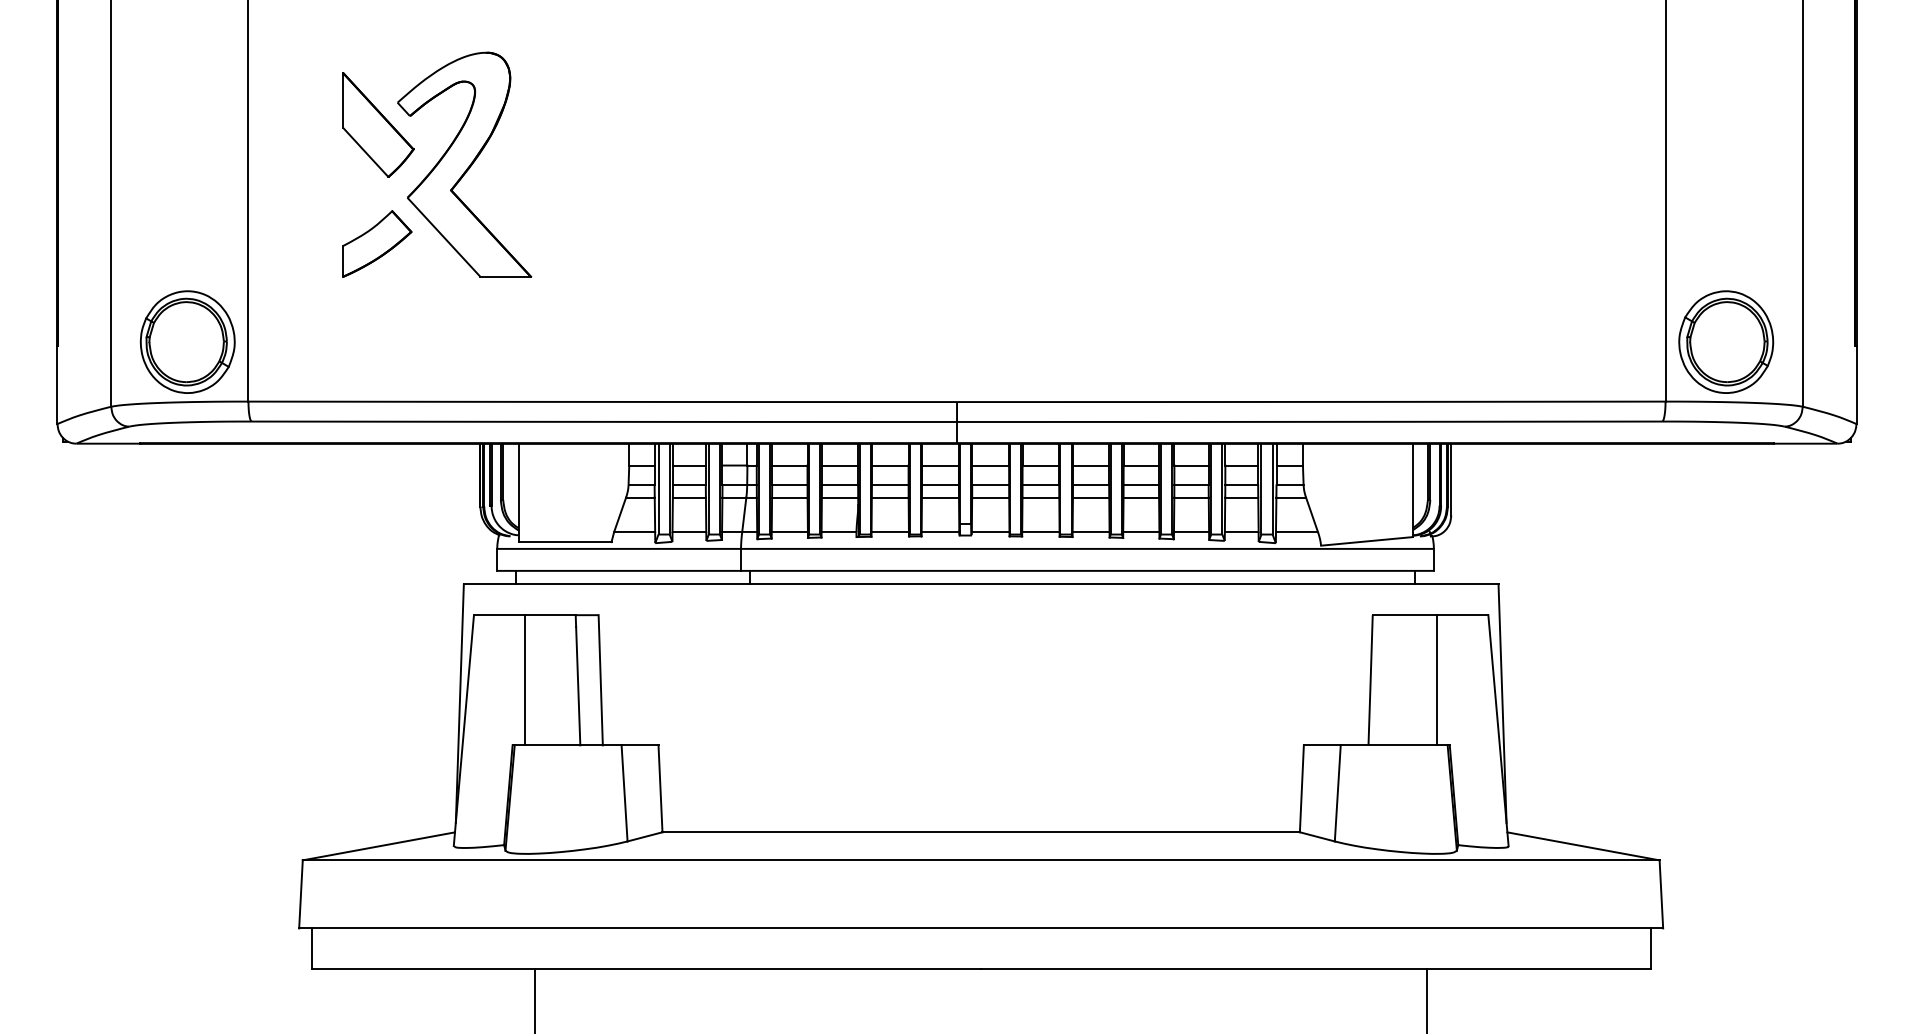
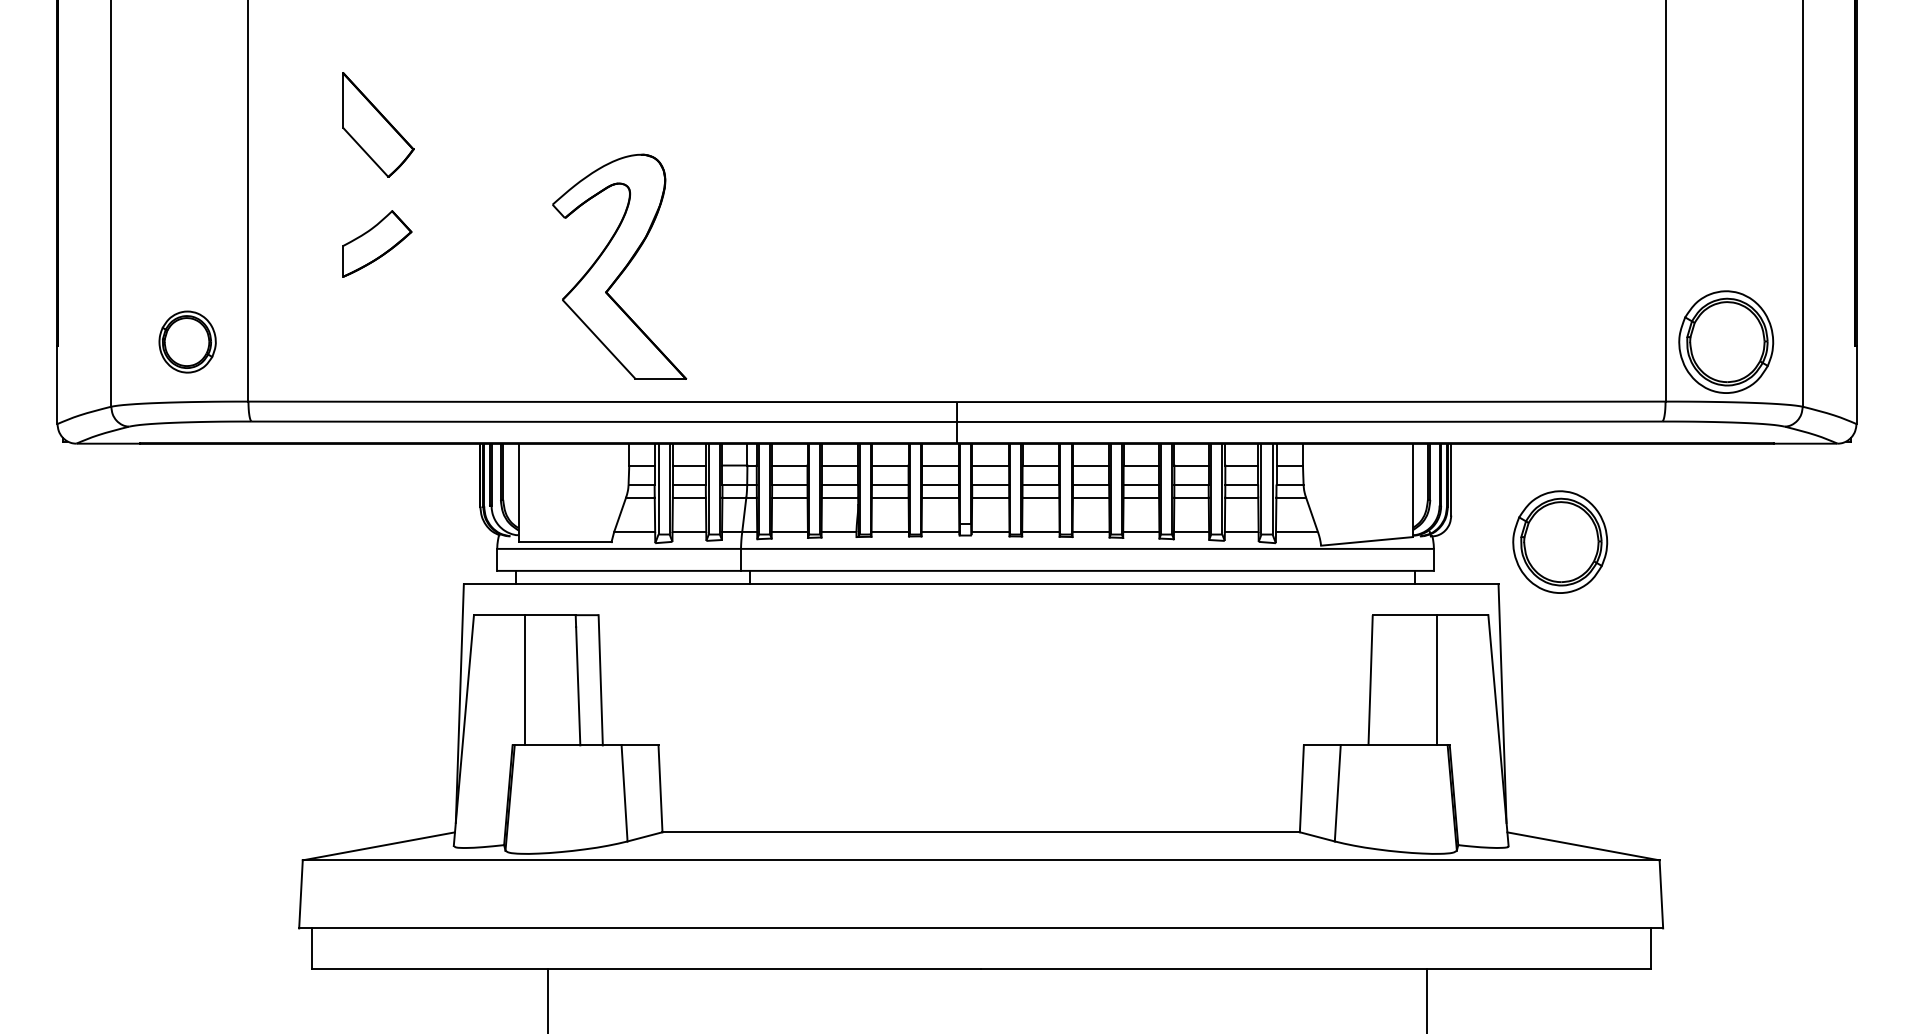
part at (464, 164) position: (464, 164) -> (619, 266)
part at (187, 341) size: 97x104 px -> 59x64 px
part at (1560, 541): none -> present
line at (535, 999) position: (535, 999) -> (548, 999)
